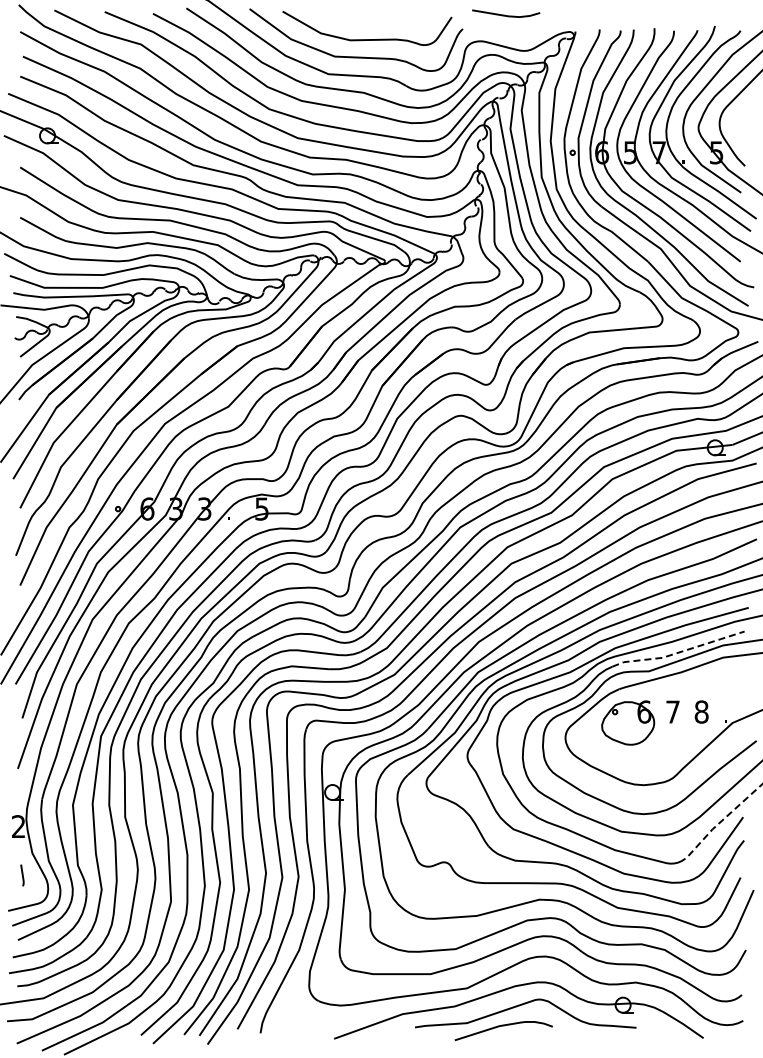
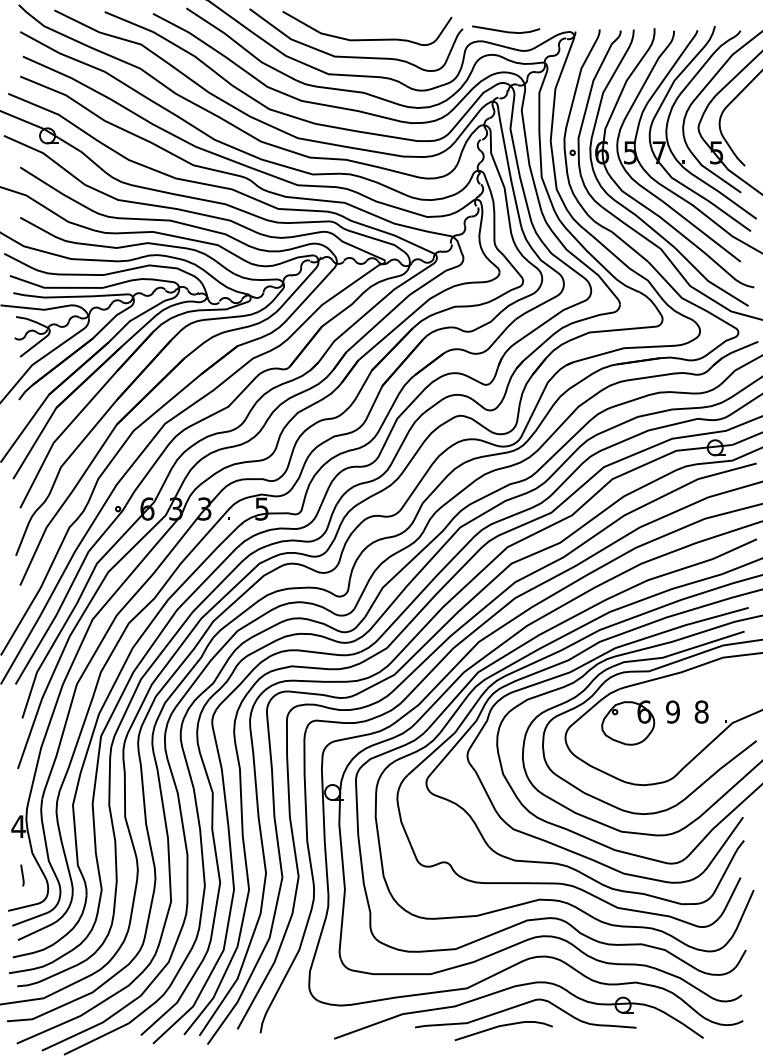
line at (506, 15) position: (506, 15) -> (506, 31)
line at (678, 652): dashed -> solid
text at (672, 711): 7 -> 9
line at (721, 821): dashed -> solid
text at (18, 826): 2 -> 4
